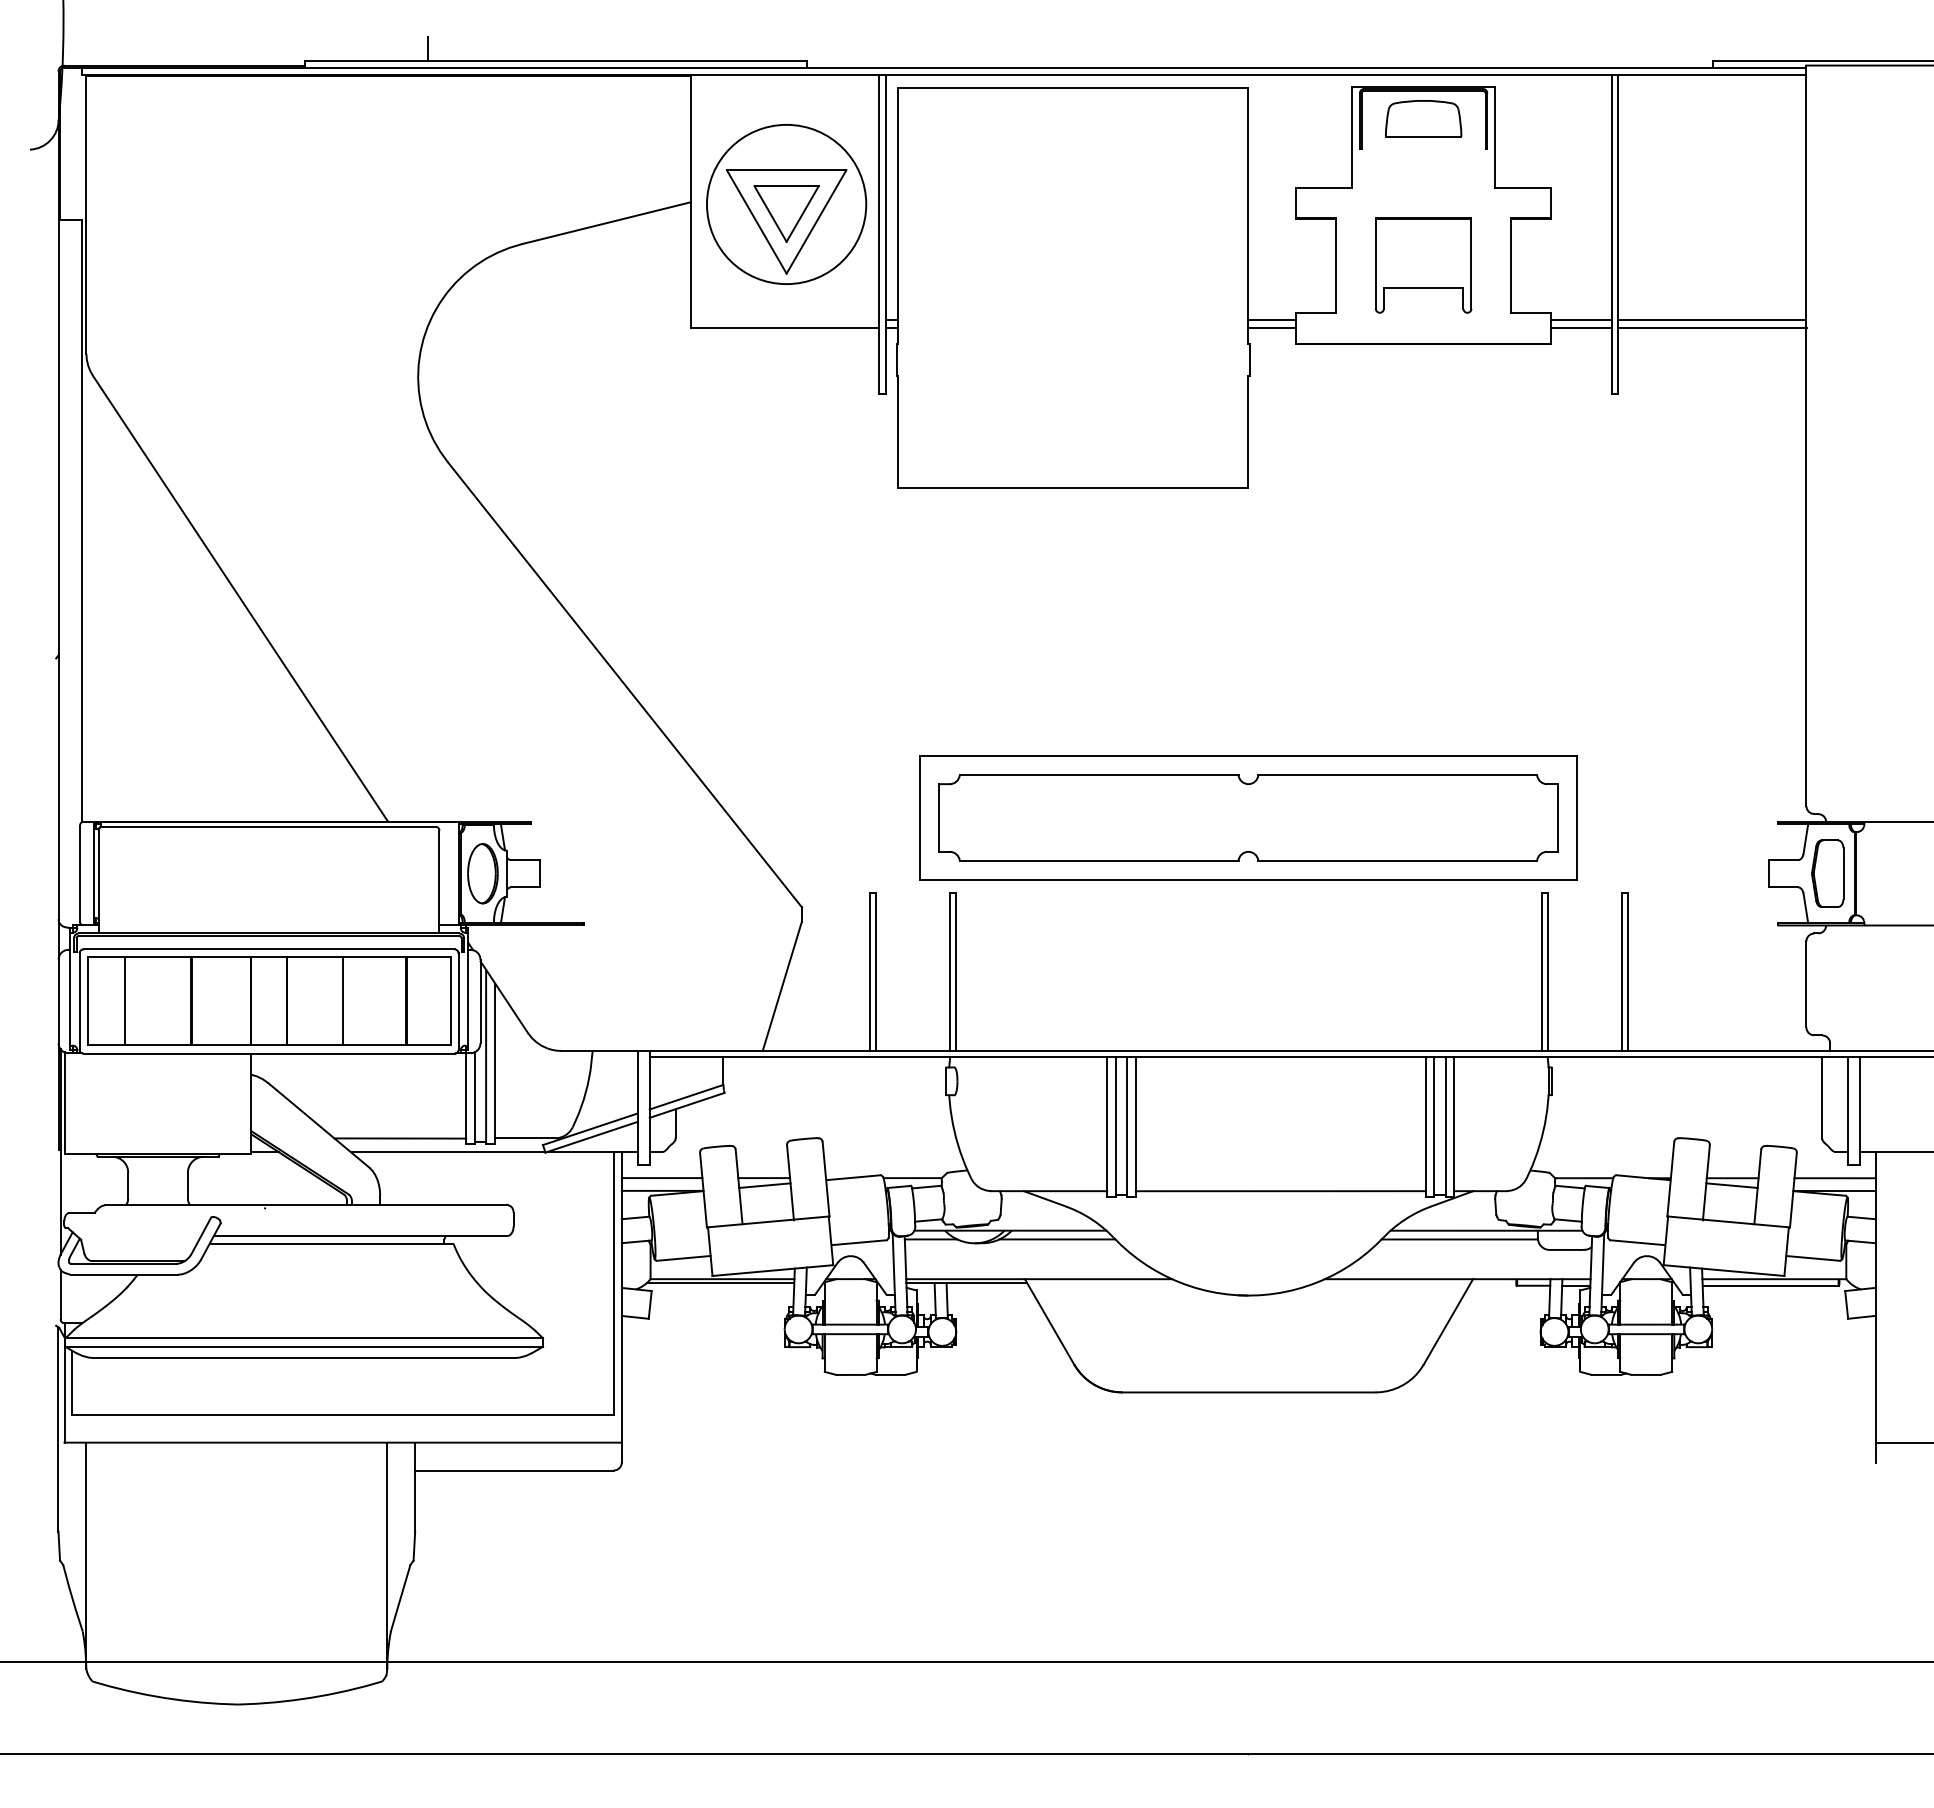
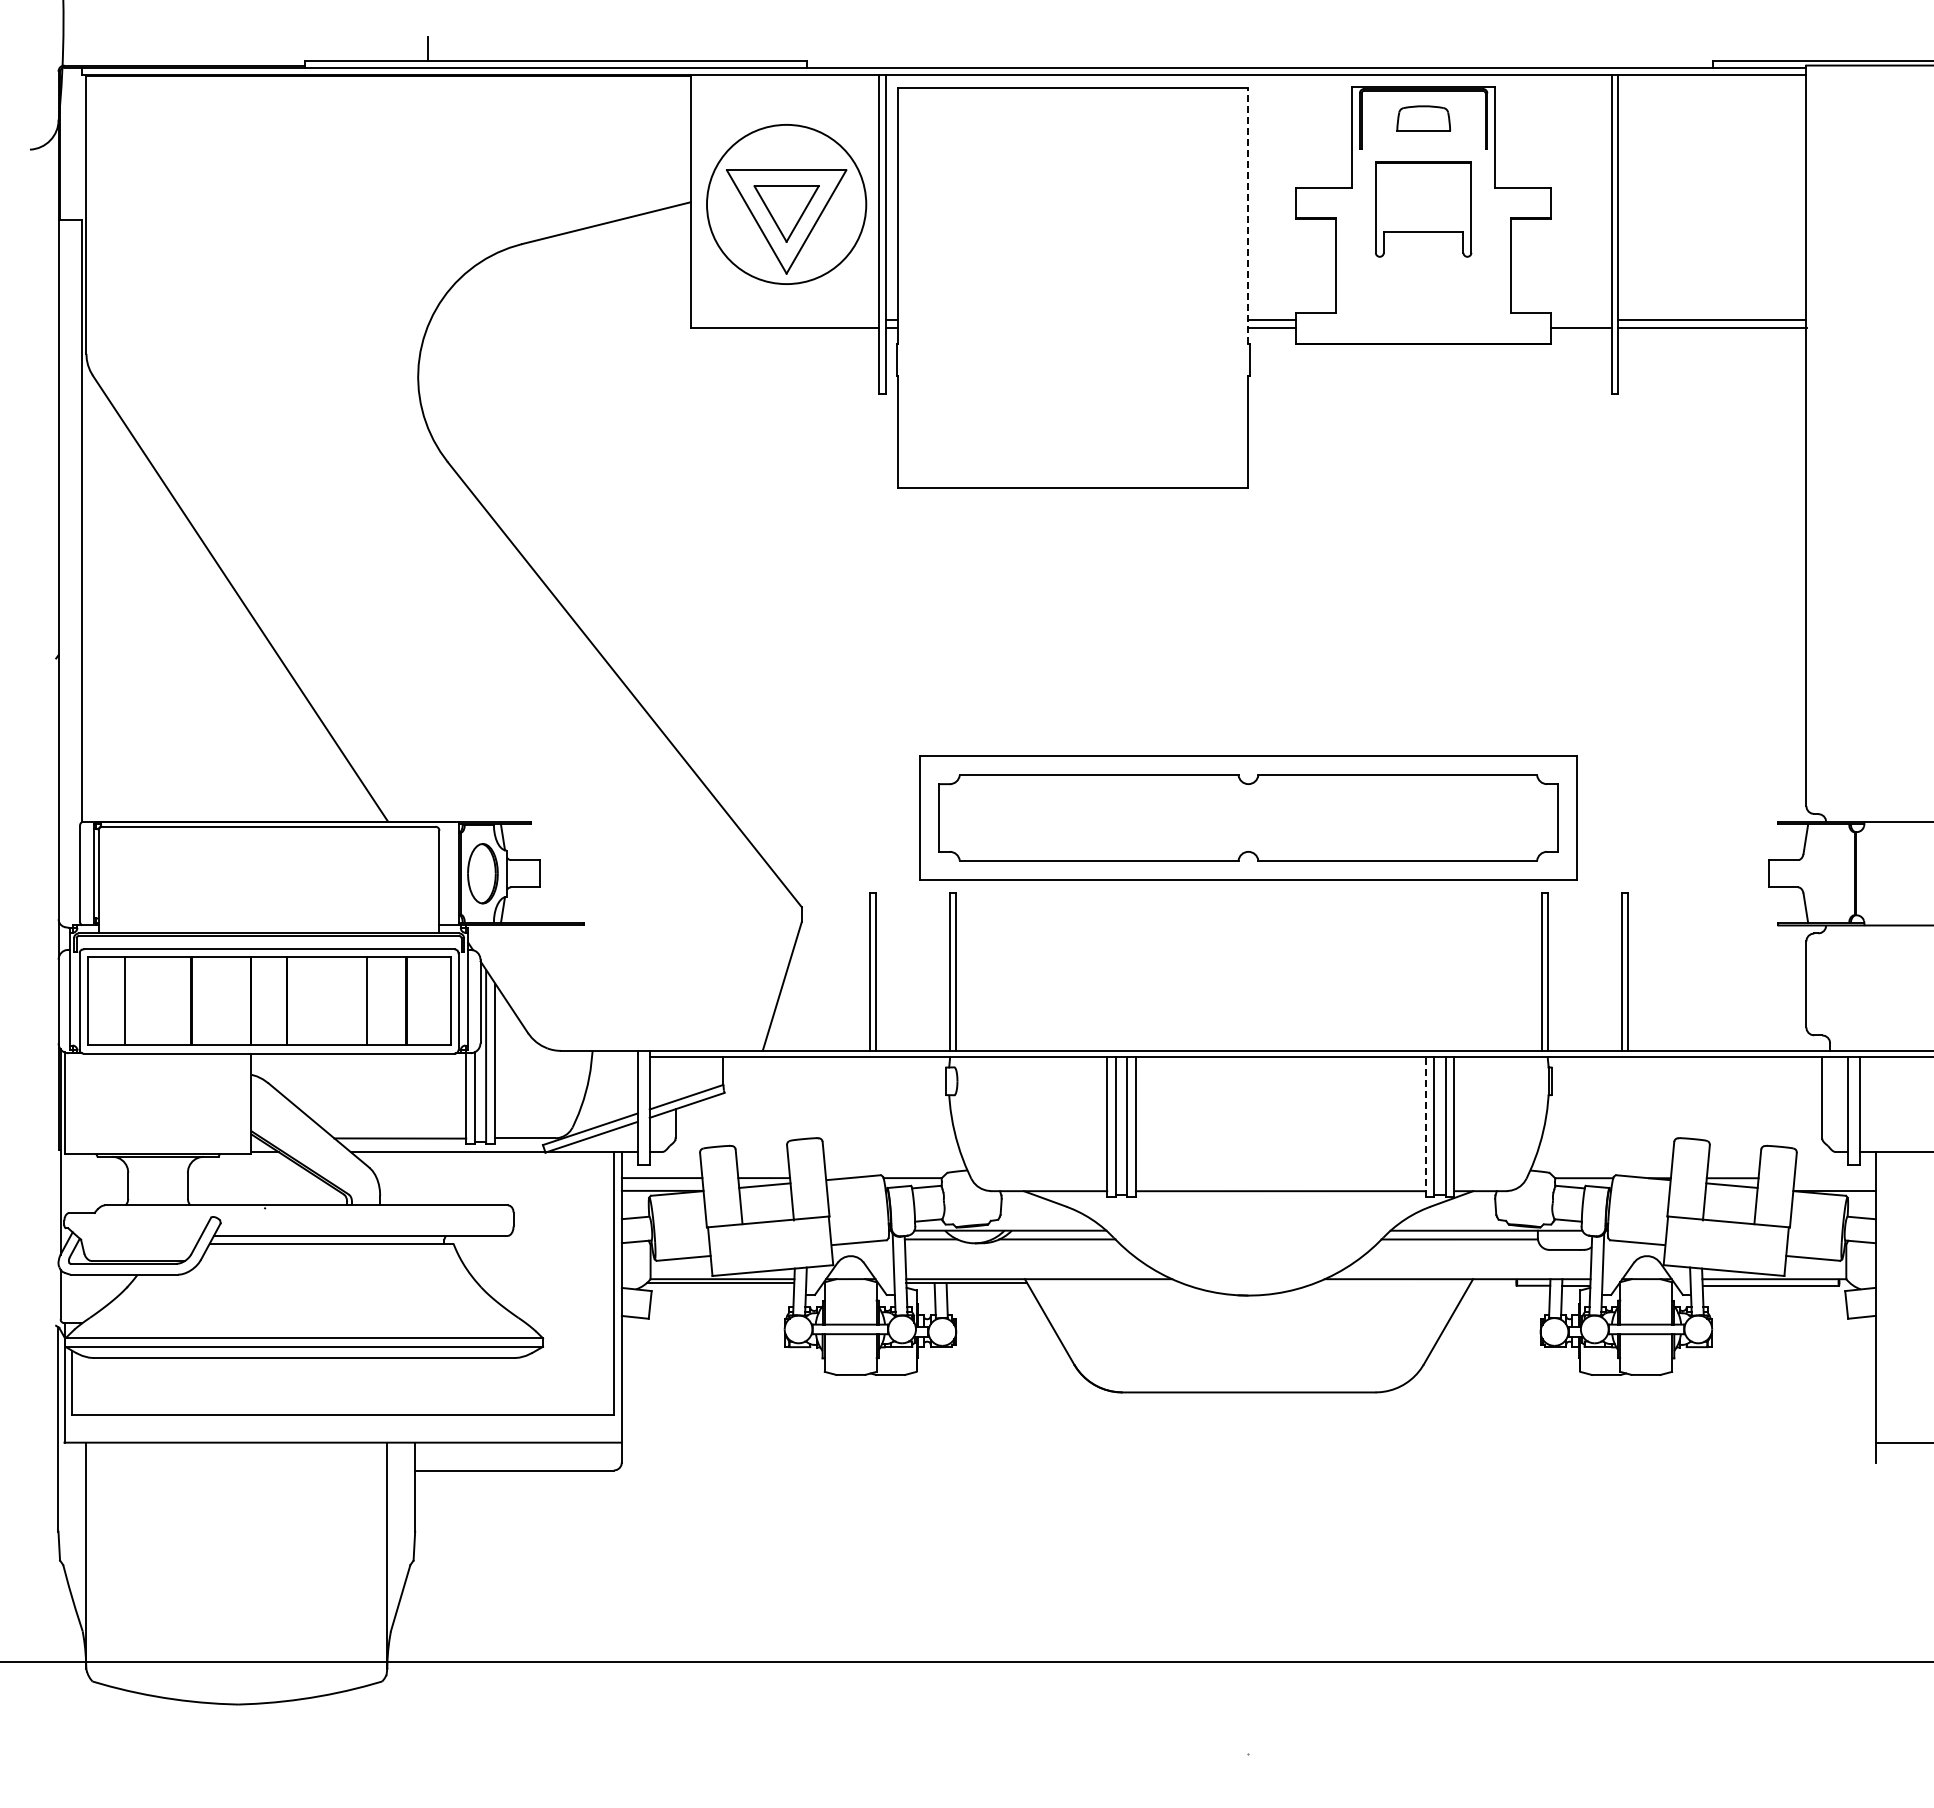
part at (1423, 118) size: 78x38 px -> 56x27 px
line at (1248, 215): solid -> dashed
part at (1423, 265) position: (1423, 265) -> (1423, 209)
line at (1581, 319): present -> none
part at (1827, 873): present -> none
line at (342, 1000) position: (342, 1000) -> (366, 1000)
line at (1425, 1127): solid -> dashed
line at (1834, 1178): present -> none
line at (966, 1753): present -> none
